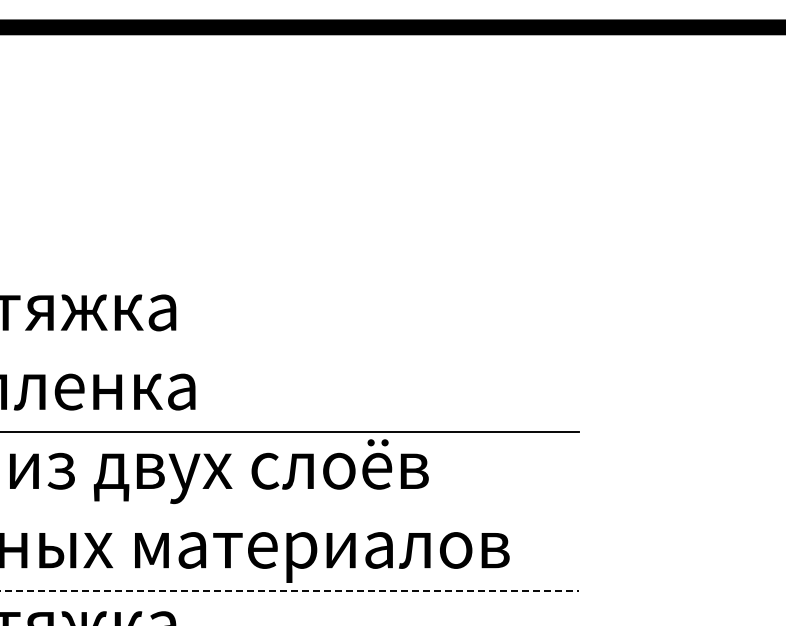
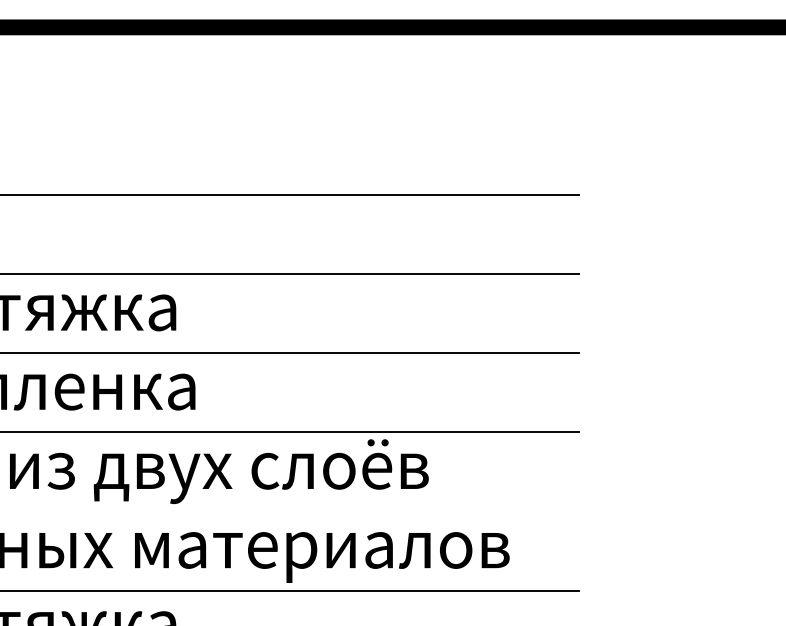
line at (290, 194): none -> present
line at (290, 274): none -> present
line at (290, 353): none -> present
line at (289, 590): dashed -> solid
